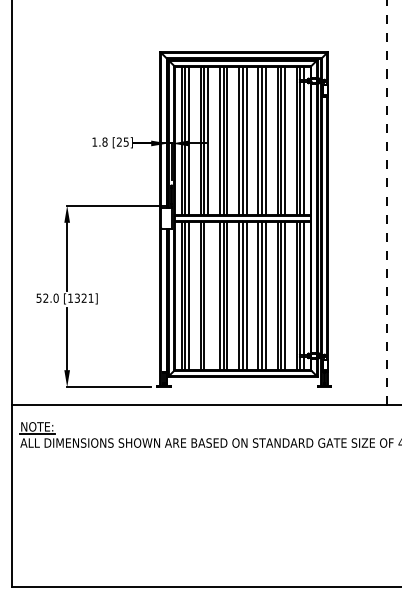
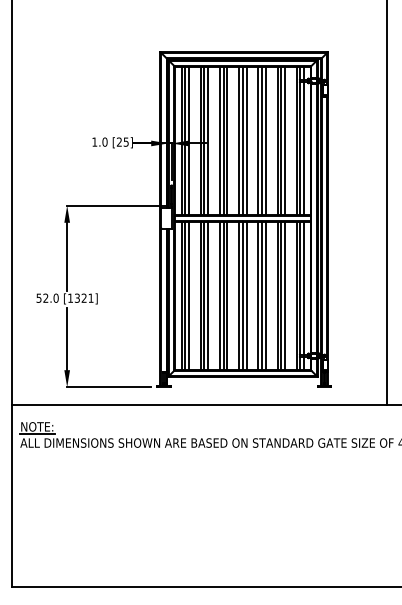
text at (104, 141): 1.8 -> 1.0
line at (386, 202): dashed -> solid
line at (208, 295): none -> present
